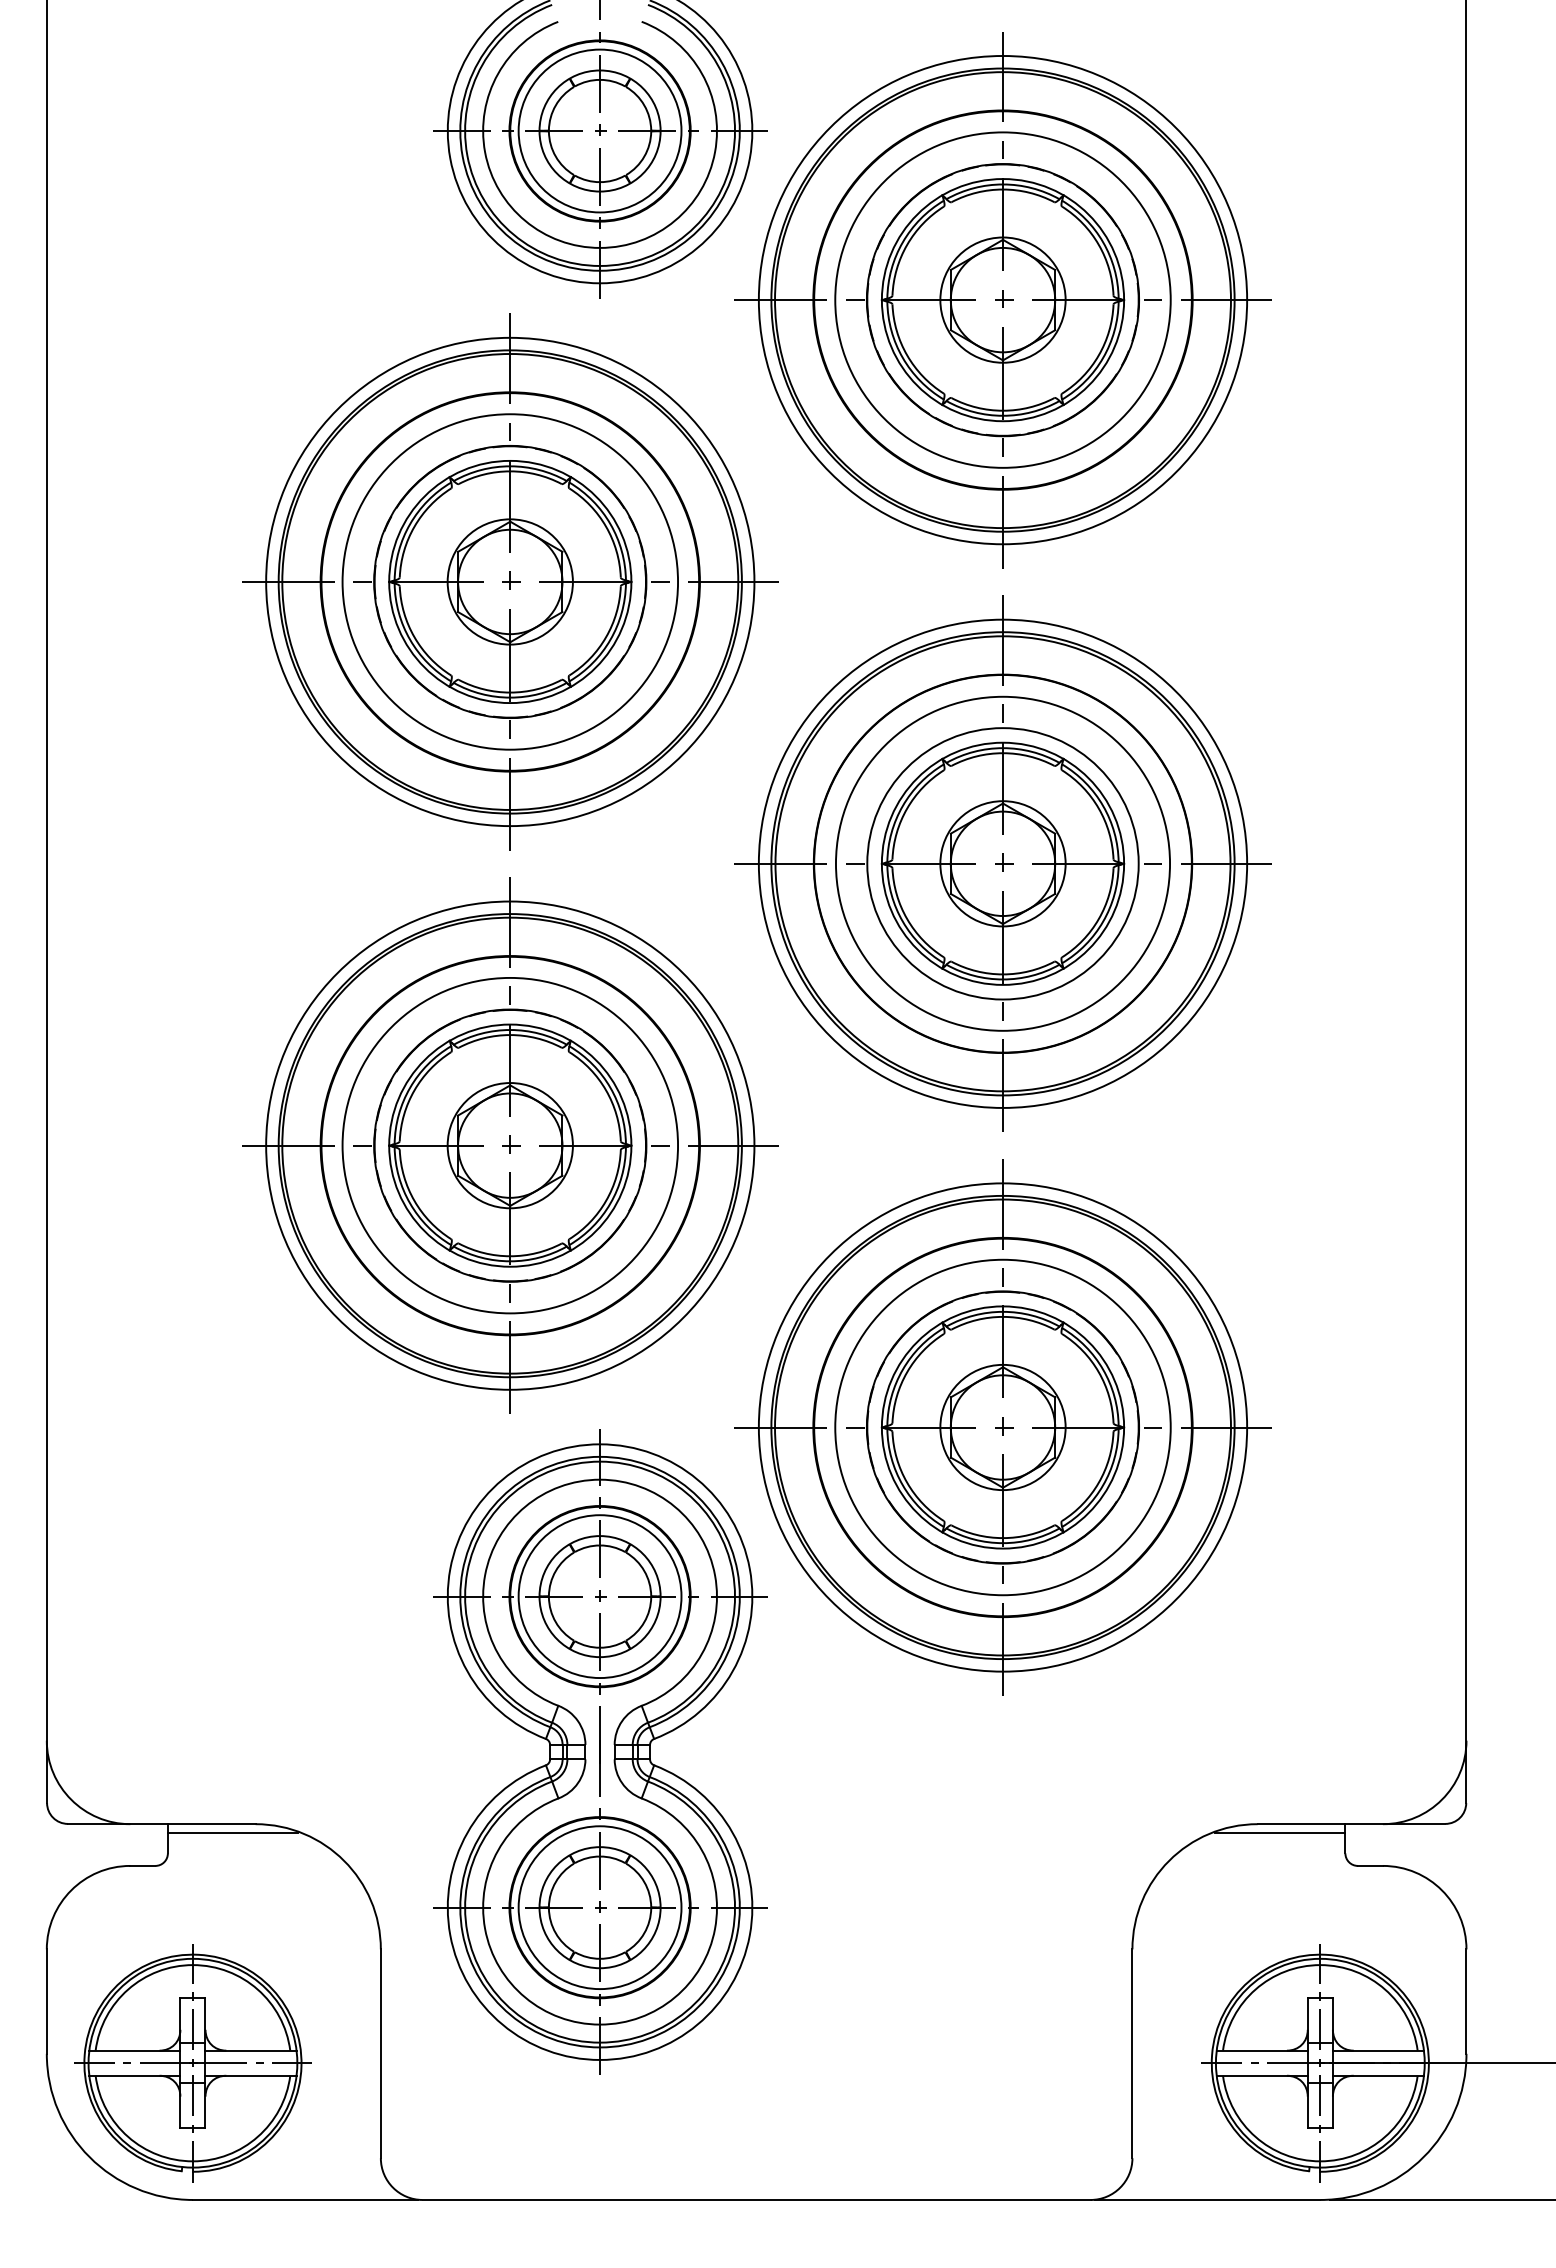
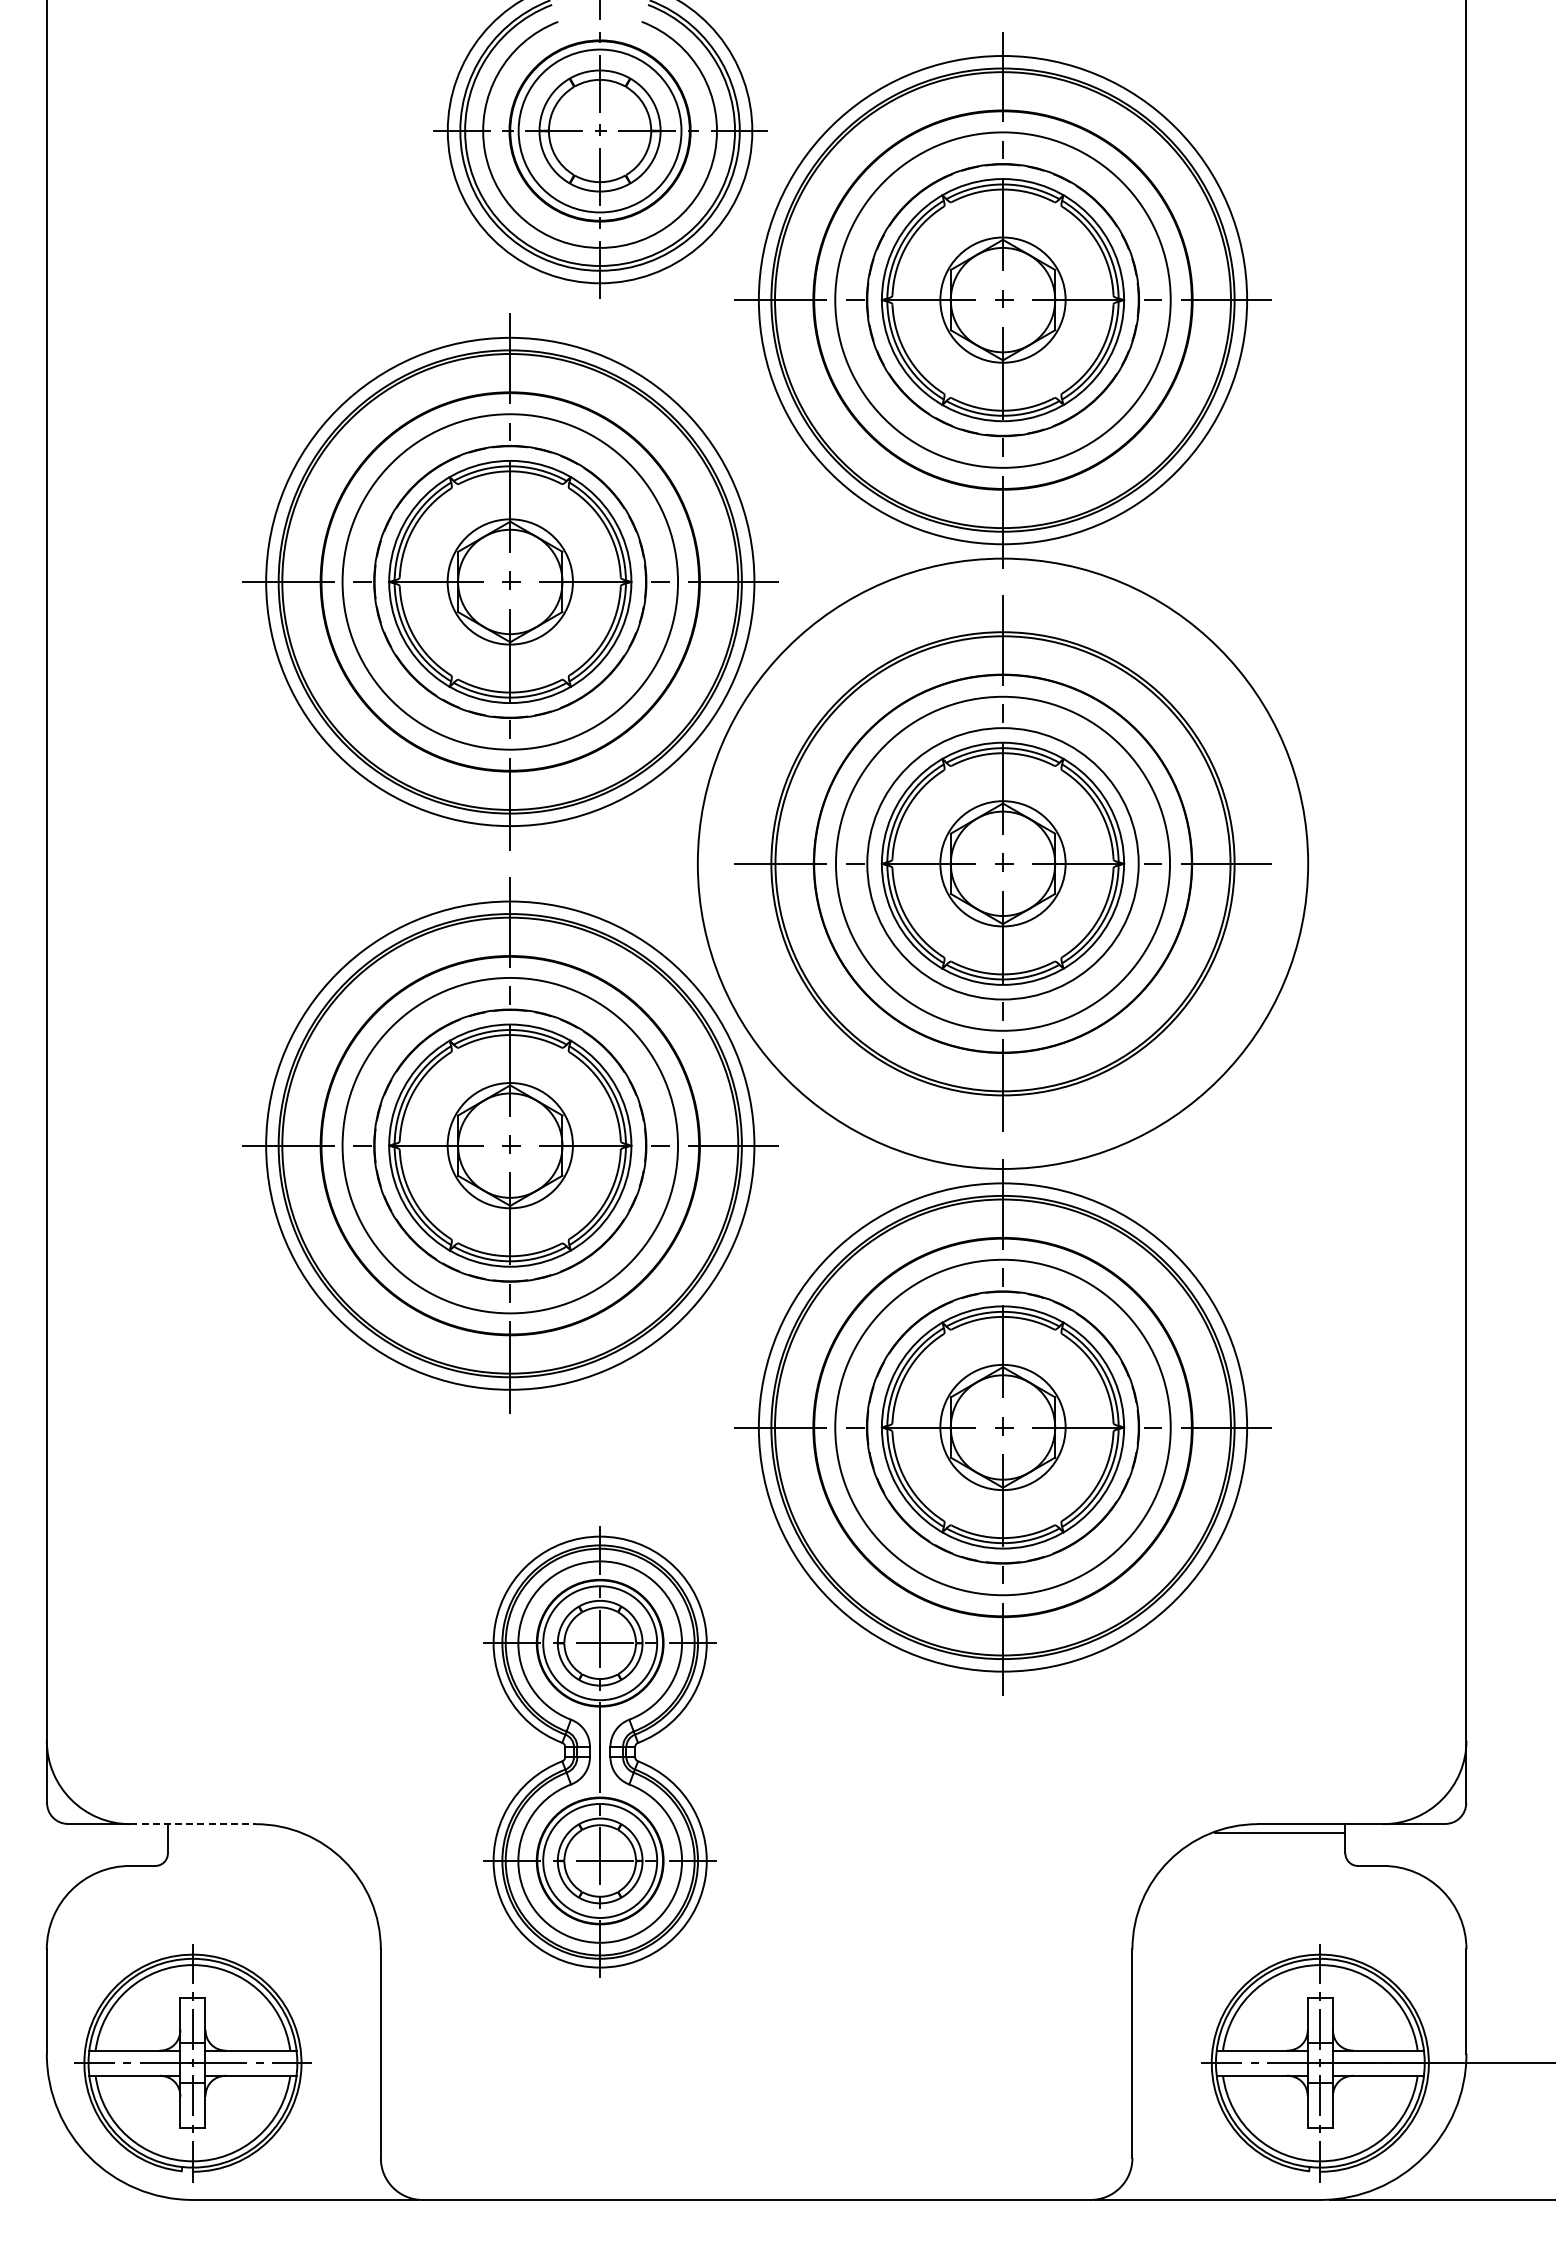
circle at (1002, 863) diameter: 488 px -> 610 px
part at (600, 1751) size: 335x646 px -> 234x452 px
line at (192, 1824): solid -> dashed
line at (232, 1832): present -> none
